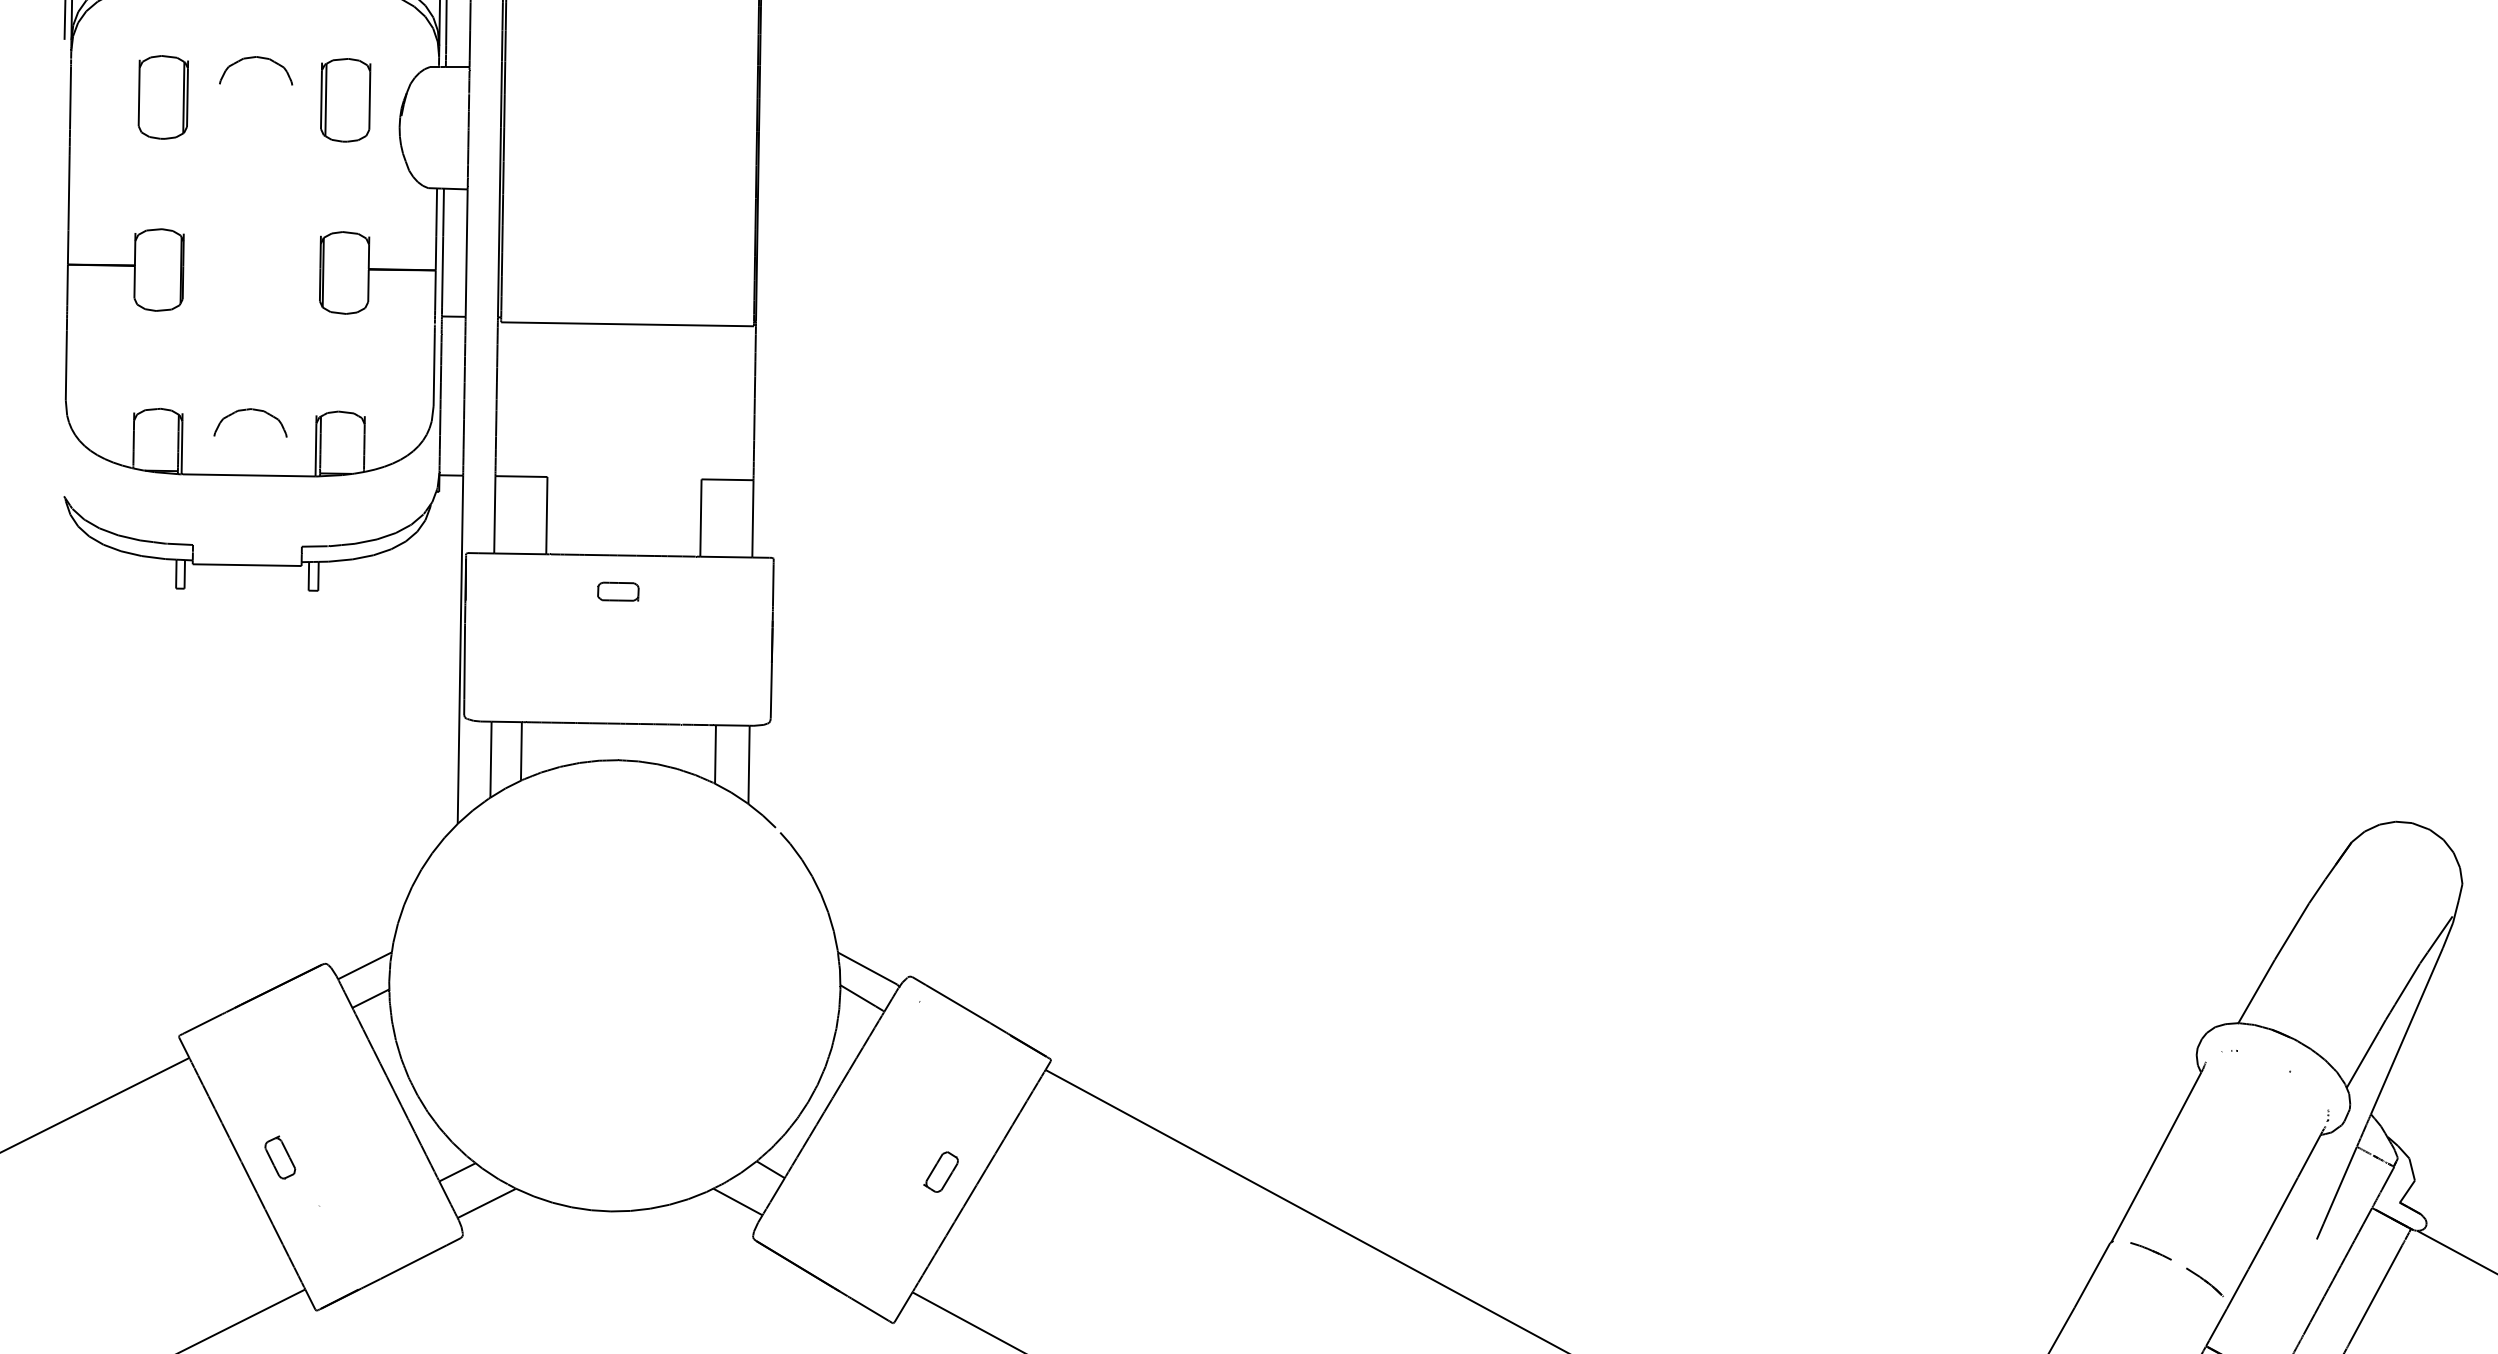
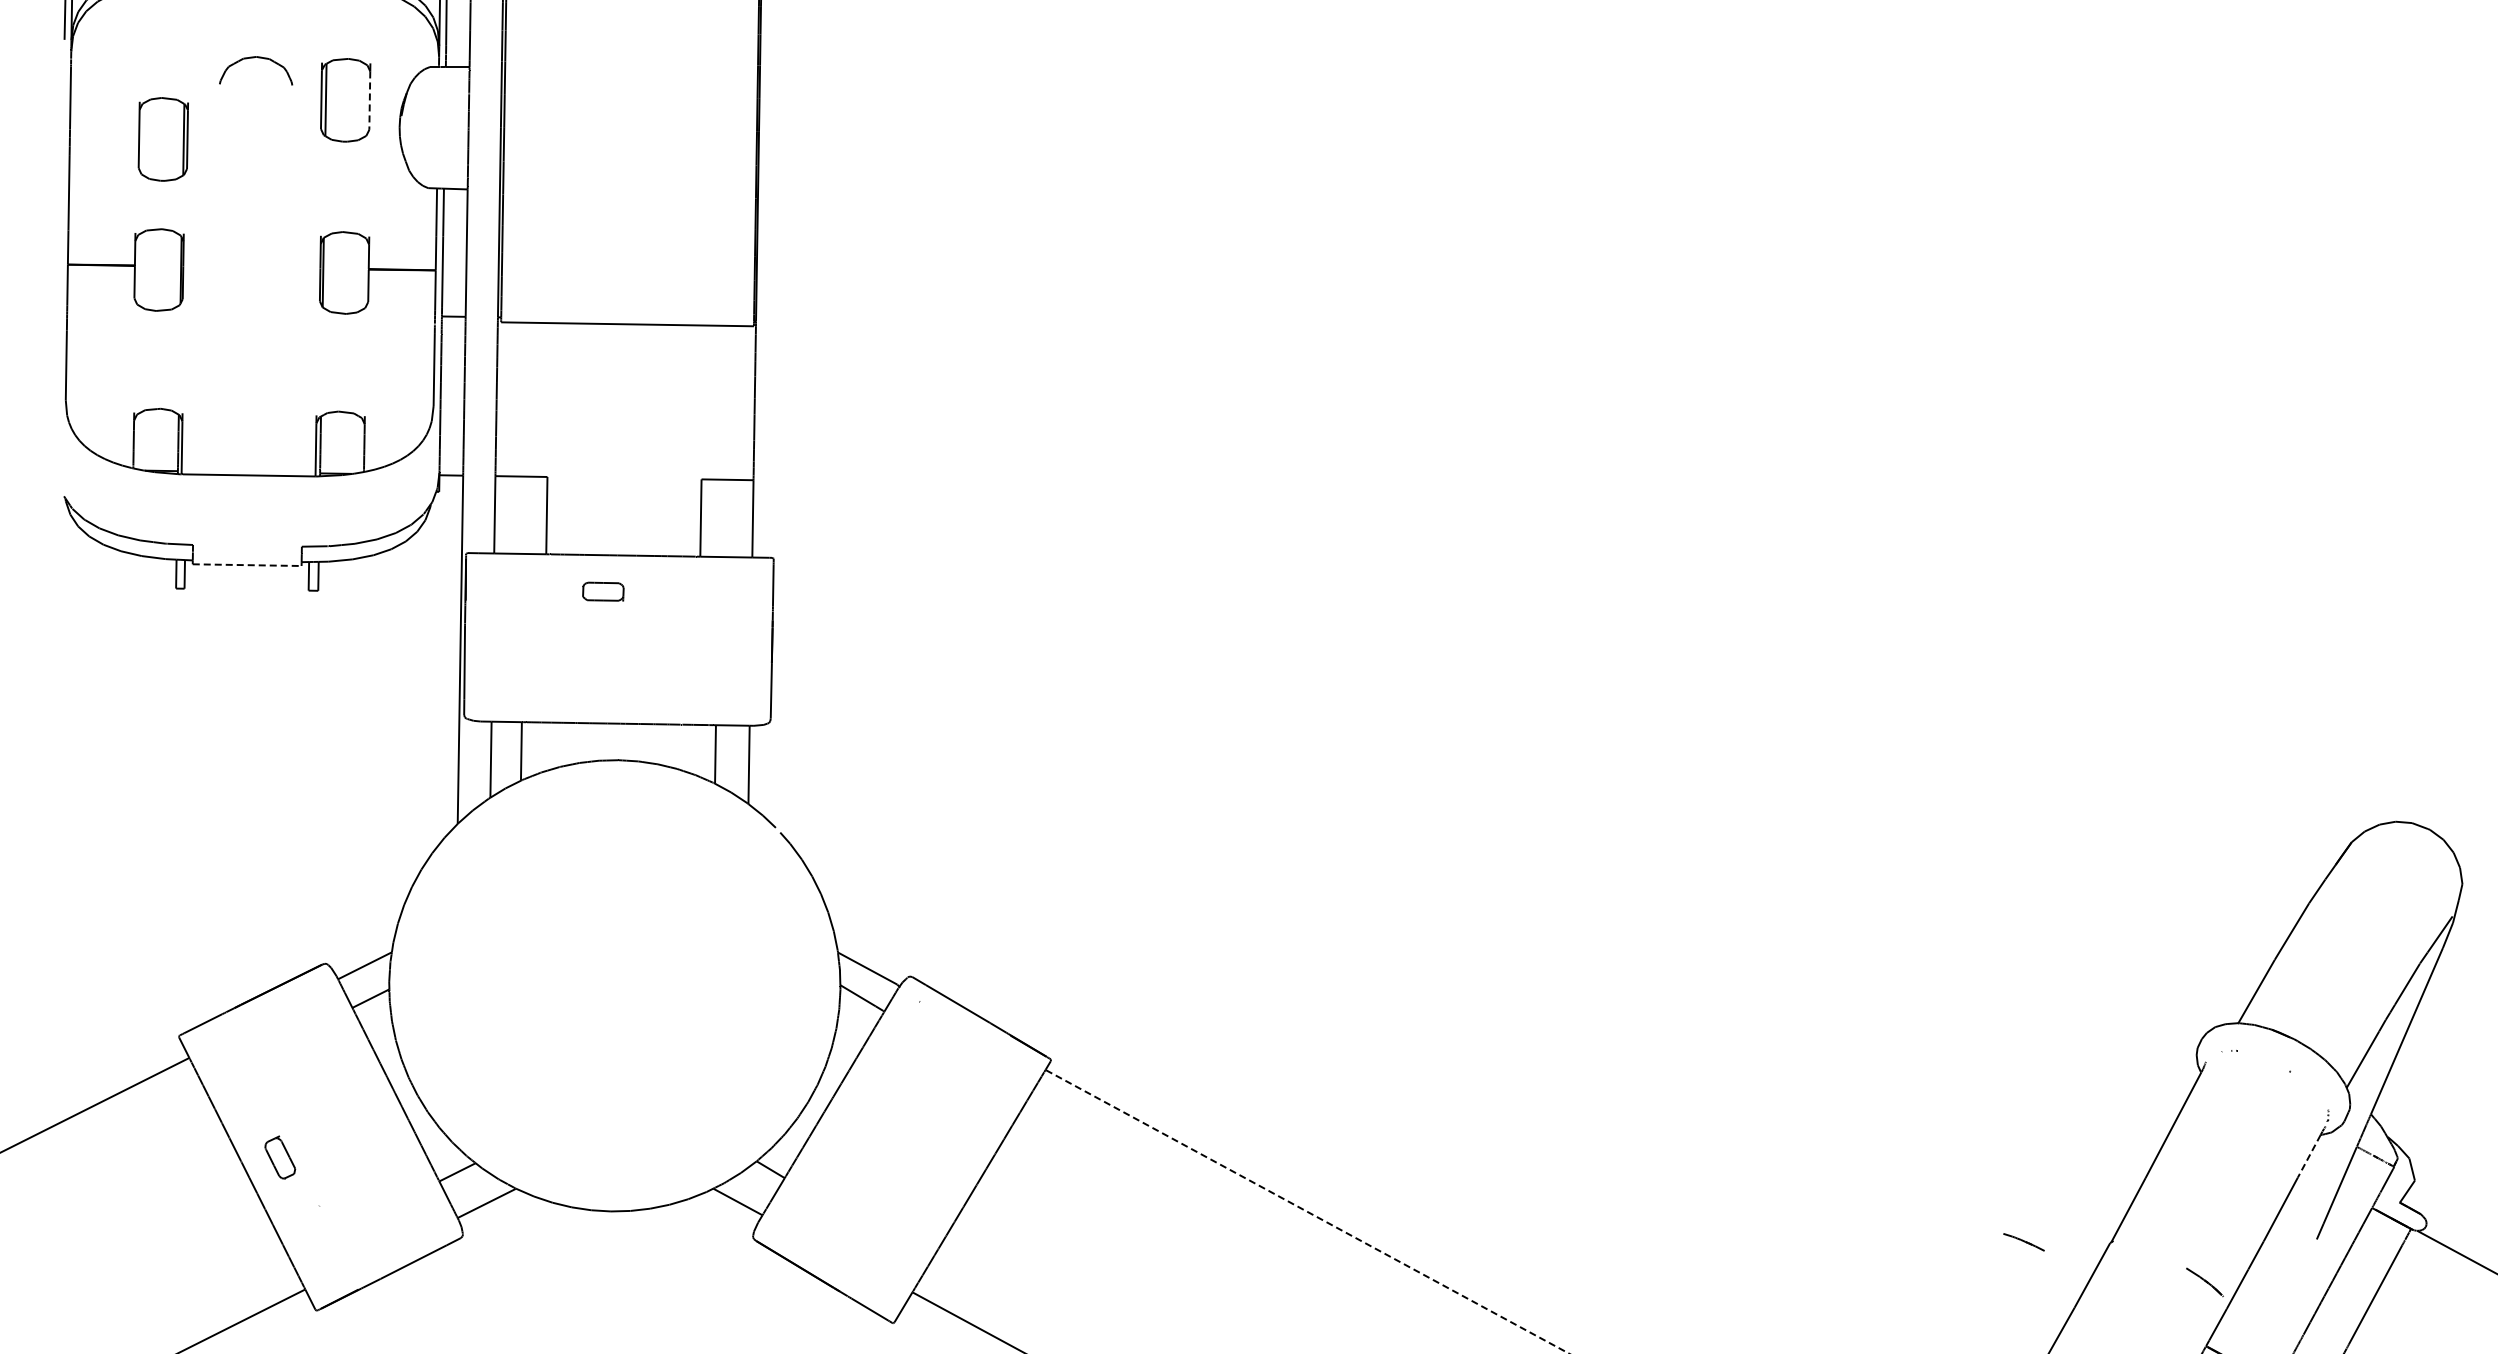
part at (162, 97) position: (162, 97) -> (162, 139)
line at (369, 101): solid -> dashed
part at (249, 410): present -> none
line at (247, 565): solid -> dashed
part at (618, 591) position: (618, 591) -> (603, 591)
line at (2309, 1156): solid -> dashed
part at (940, 1171): present -> none
line at (1307, 1211): solid -> dashed
part at (2150, 1251) position: (2150, 1251) -> (2023, 1242)
